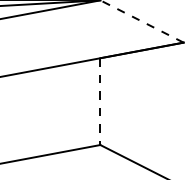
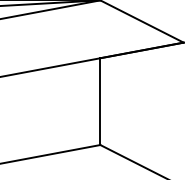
line at (142, 21): dashed -> solid
line at (100, 102): dashed -> solid
